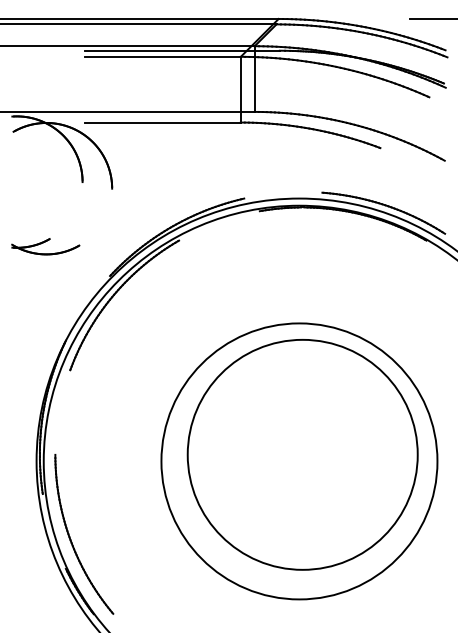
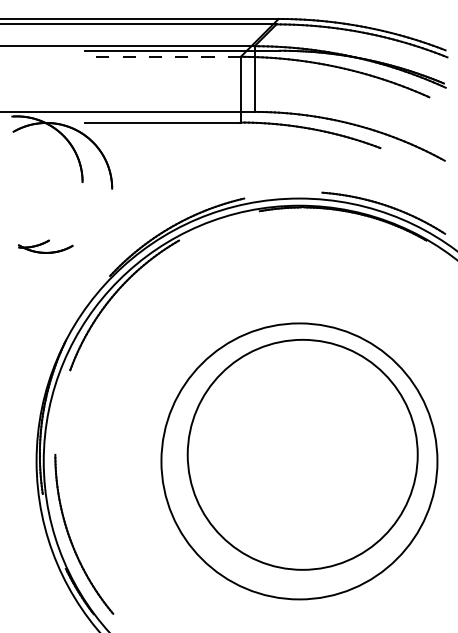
line at (432, 18): present -> none
line at (163, 56): solid -> dashed
part at (45, 246) size: 70x18 px -> 57x15 px
